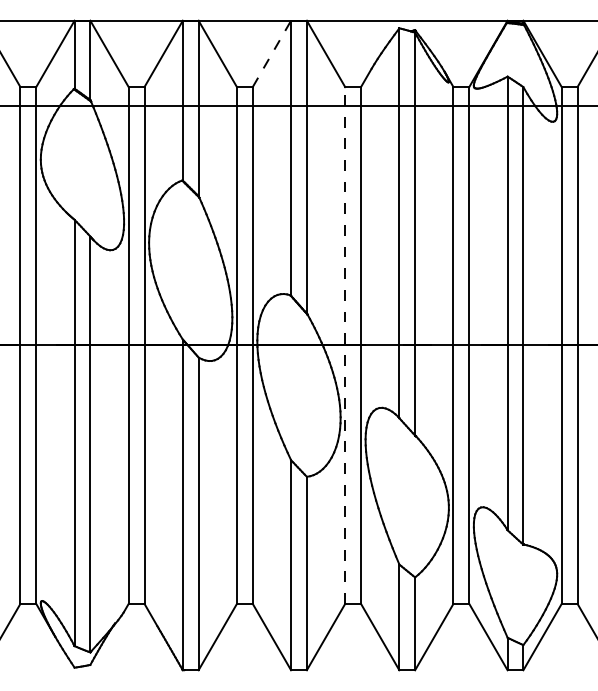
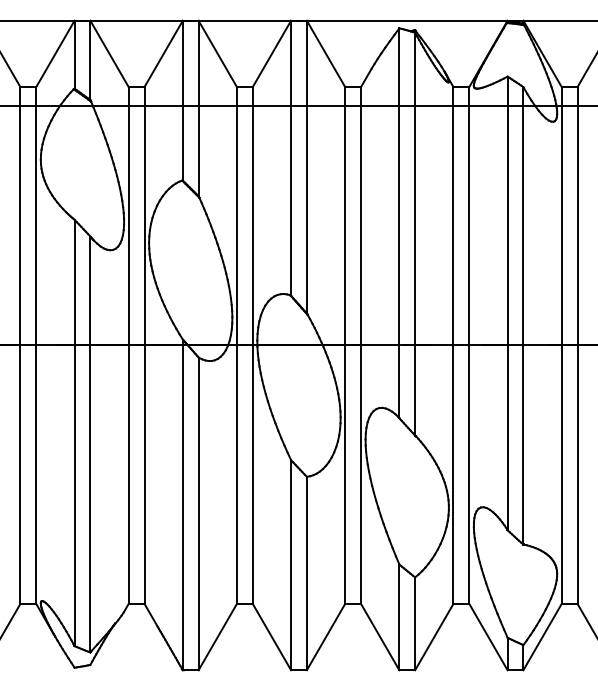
line at (272, 53): dashed -> solid
line at (345, 345): dashed -> solid
